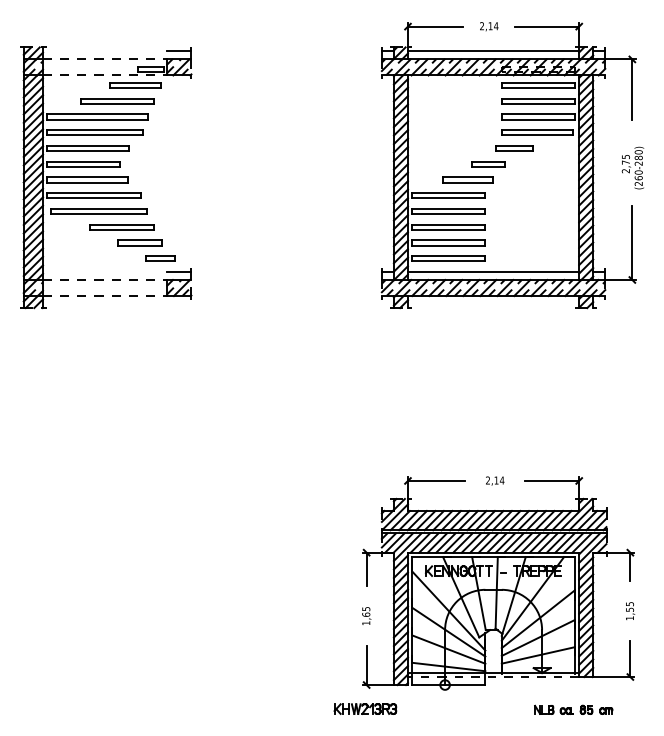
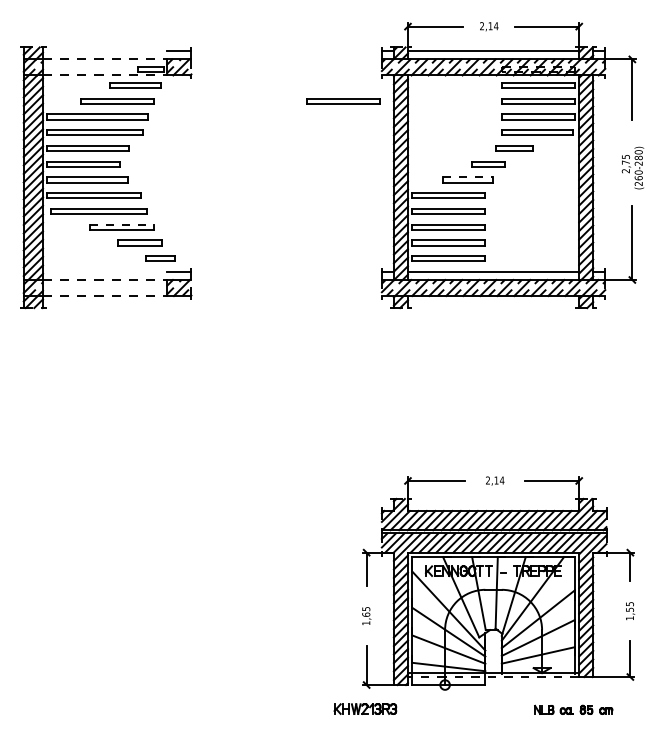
part at (343, 101): none -> present
line at (467, 177): solid -> dashed
line at (122, 224): solid -> dashed
